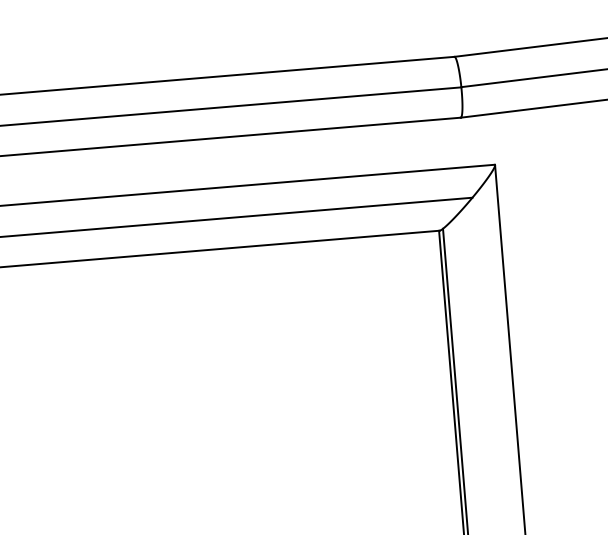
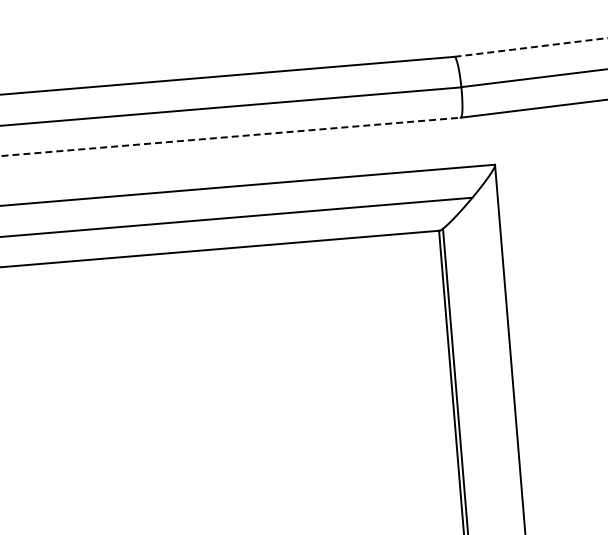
line at (530, 47): solid -> dashed
line at (230, 136): solid -> dashed
